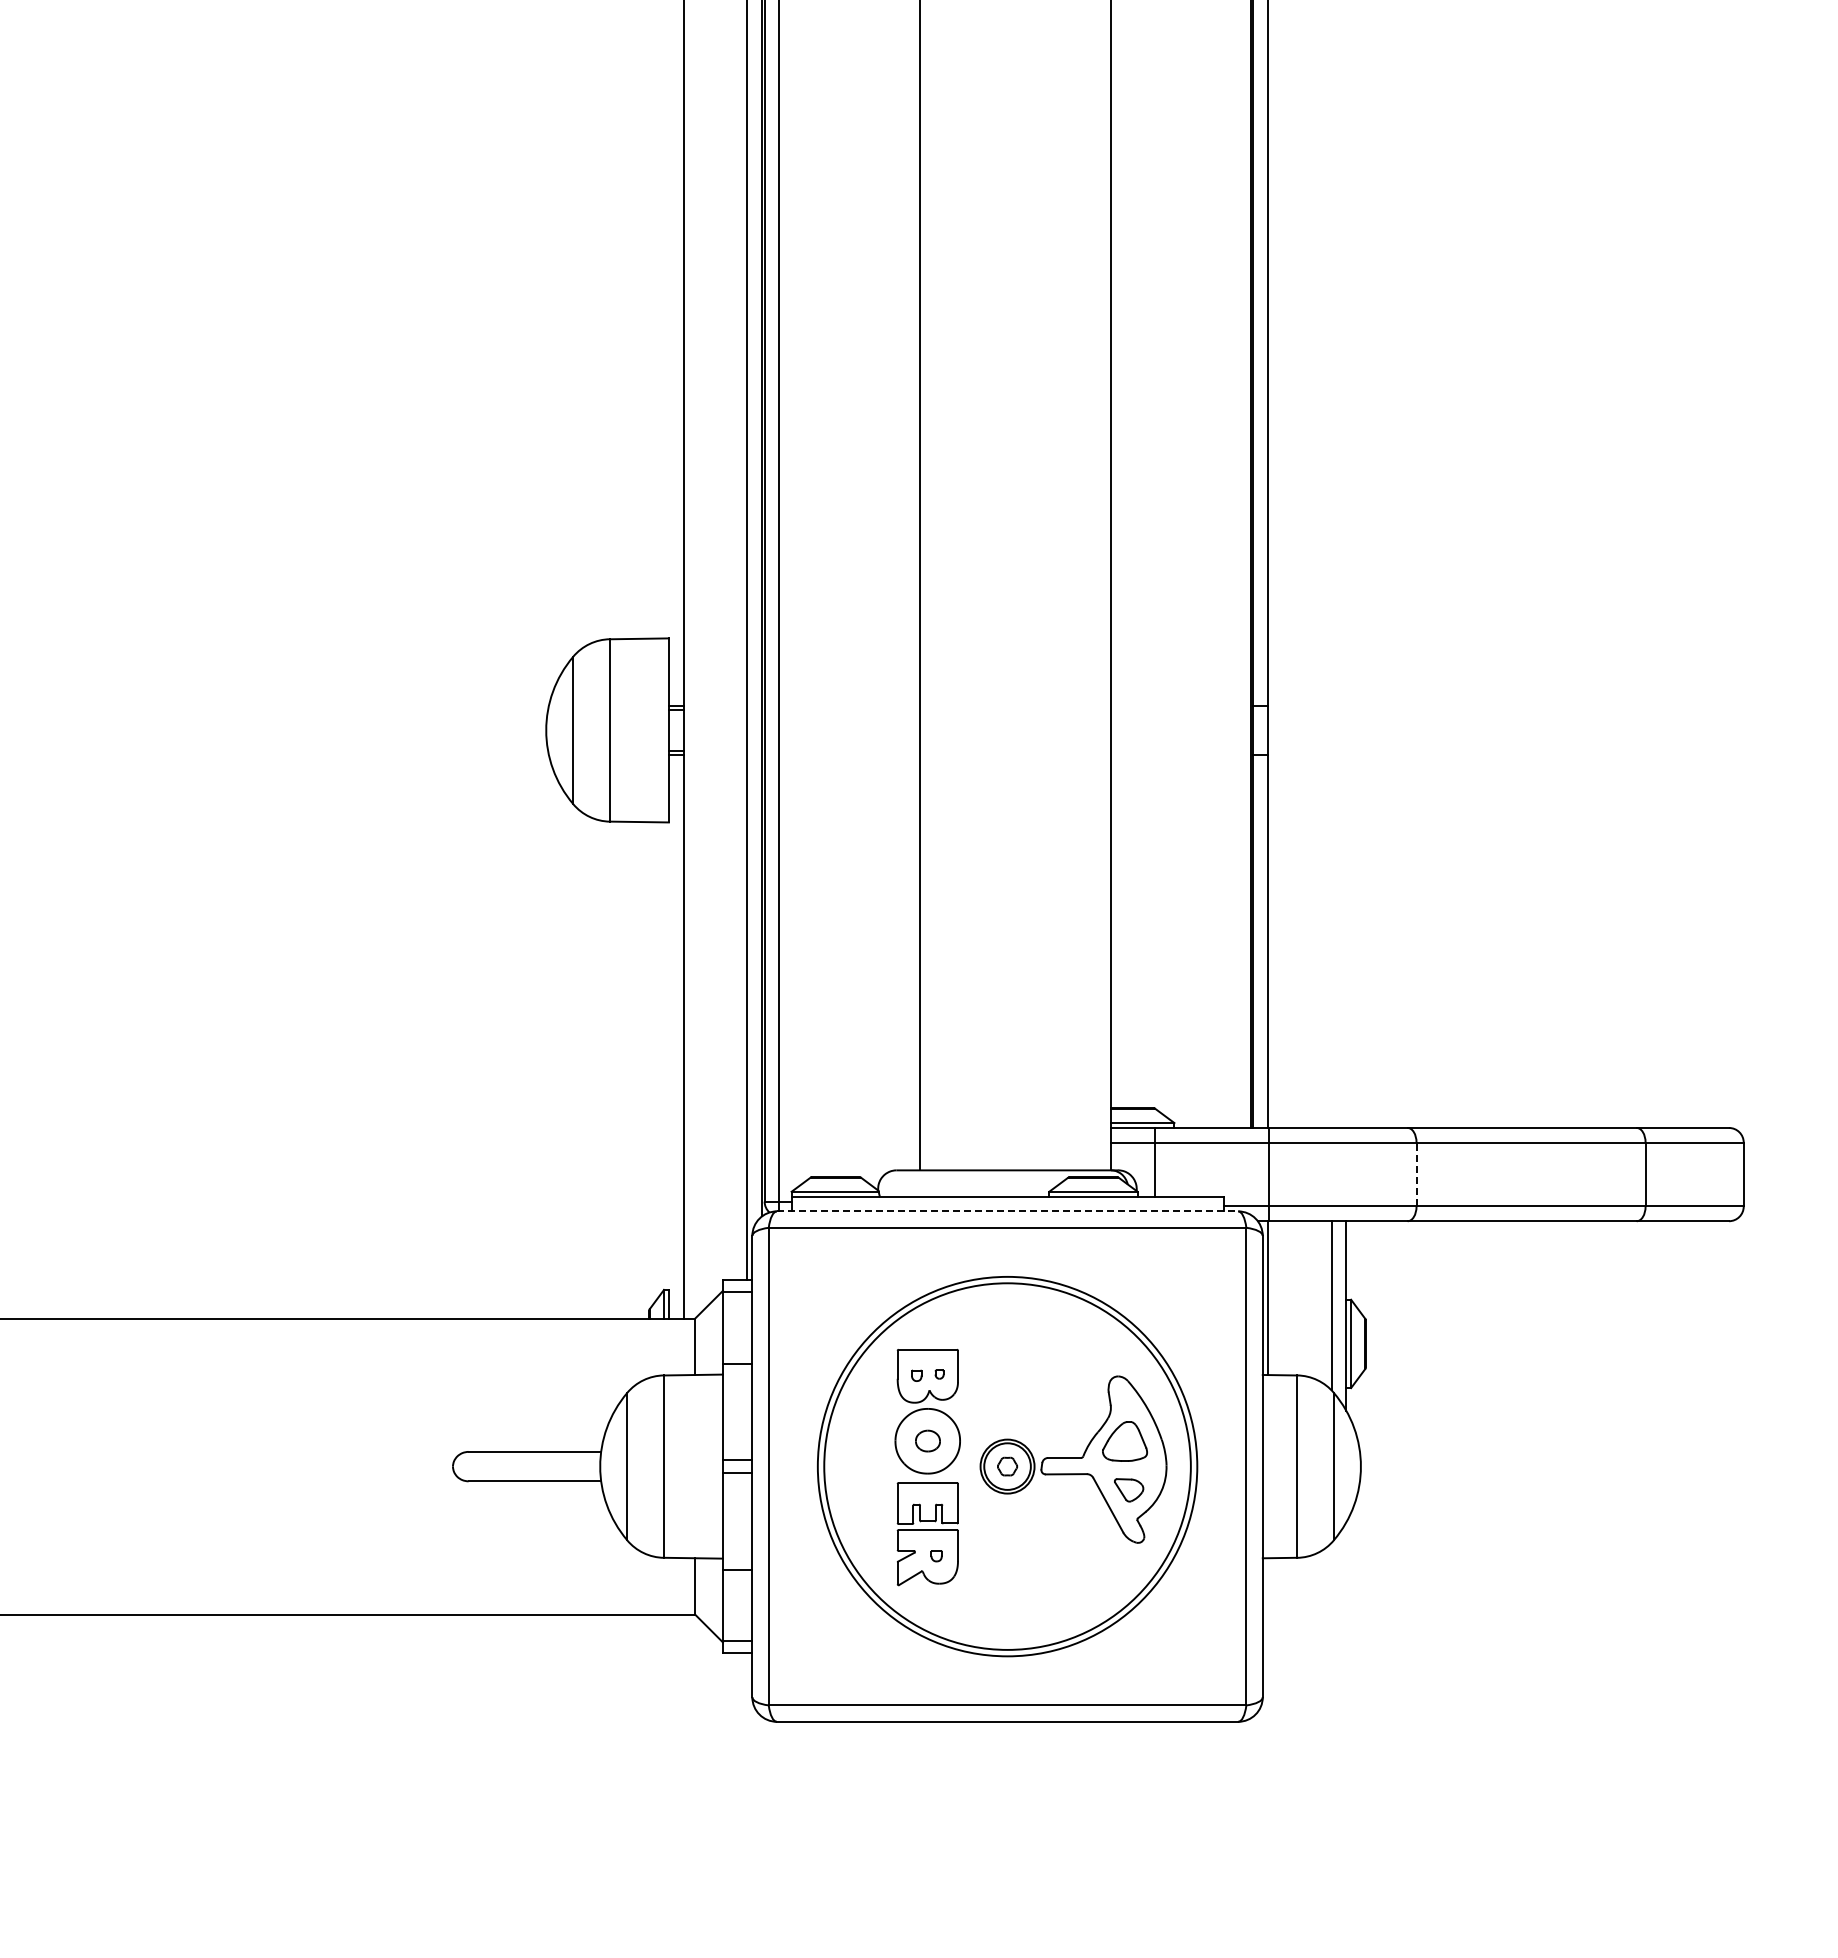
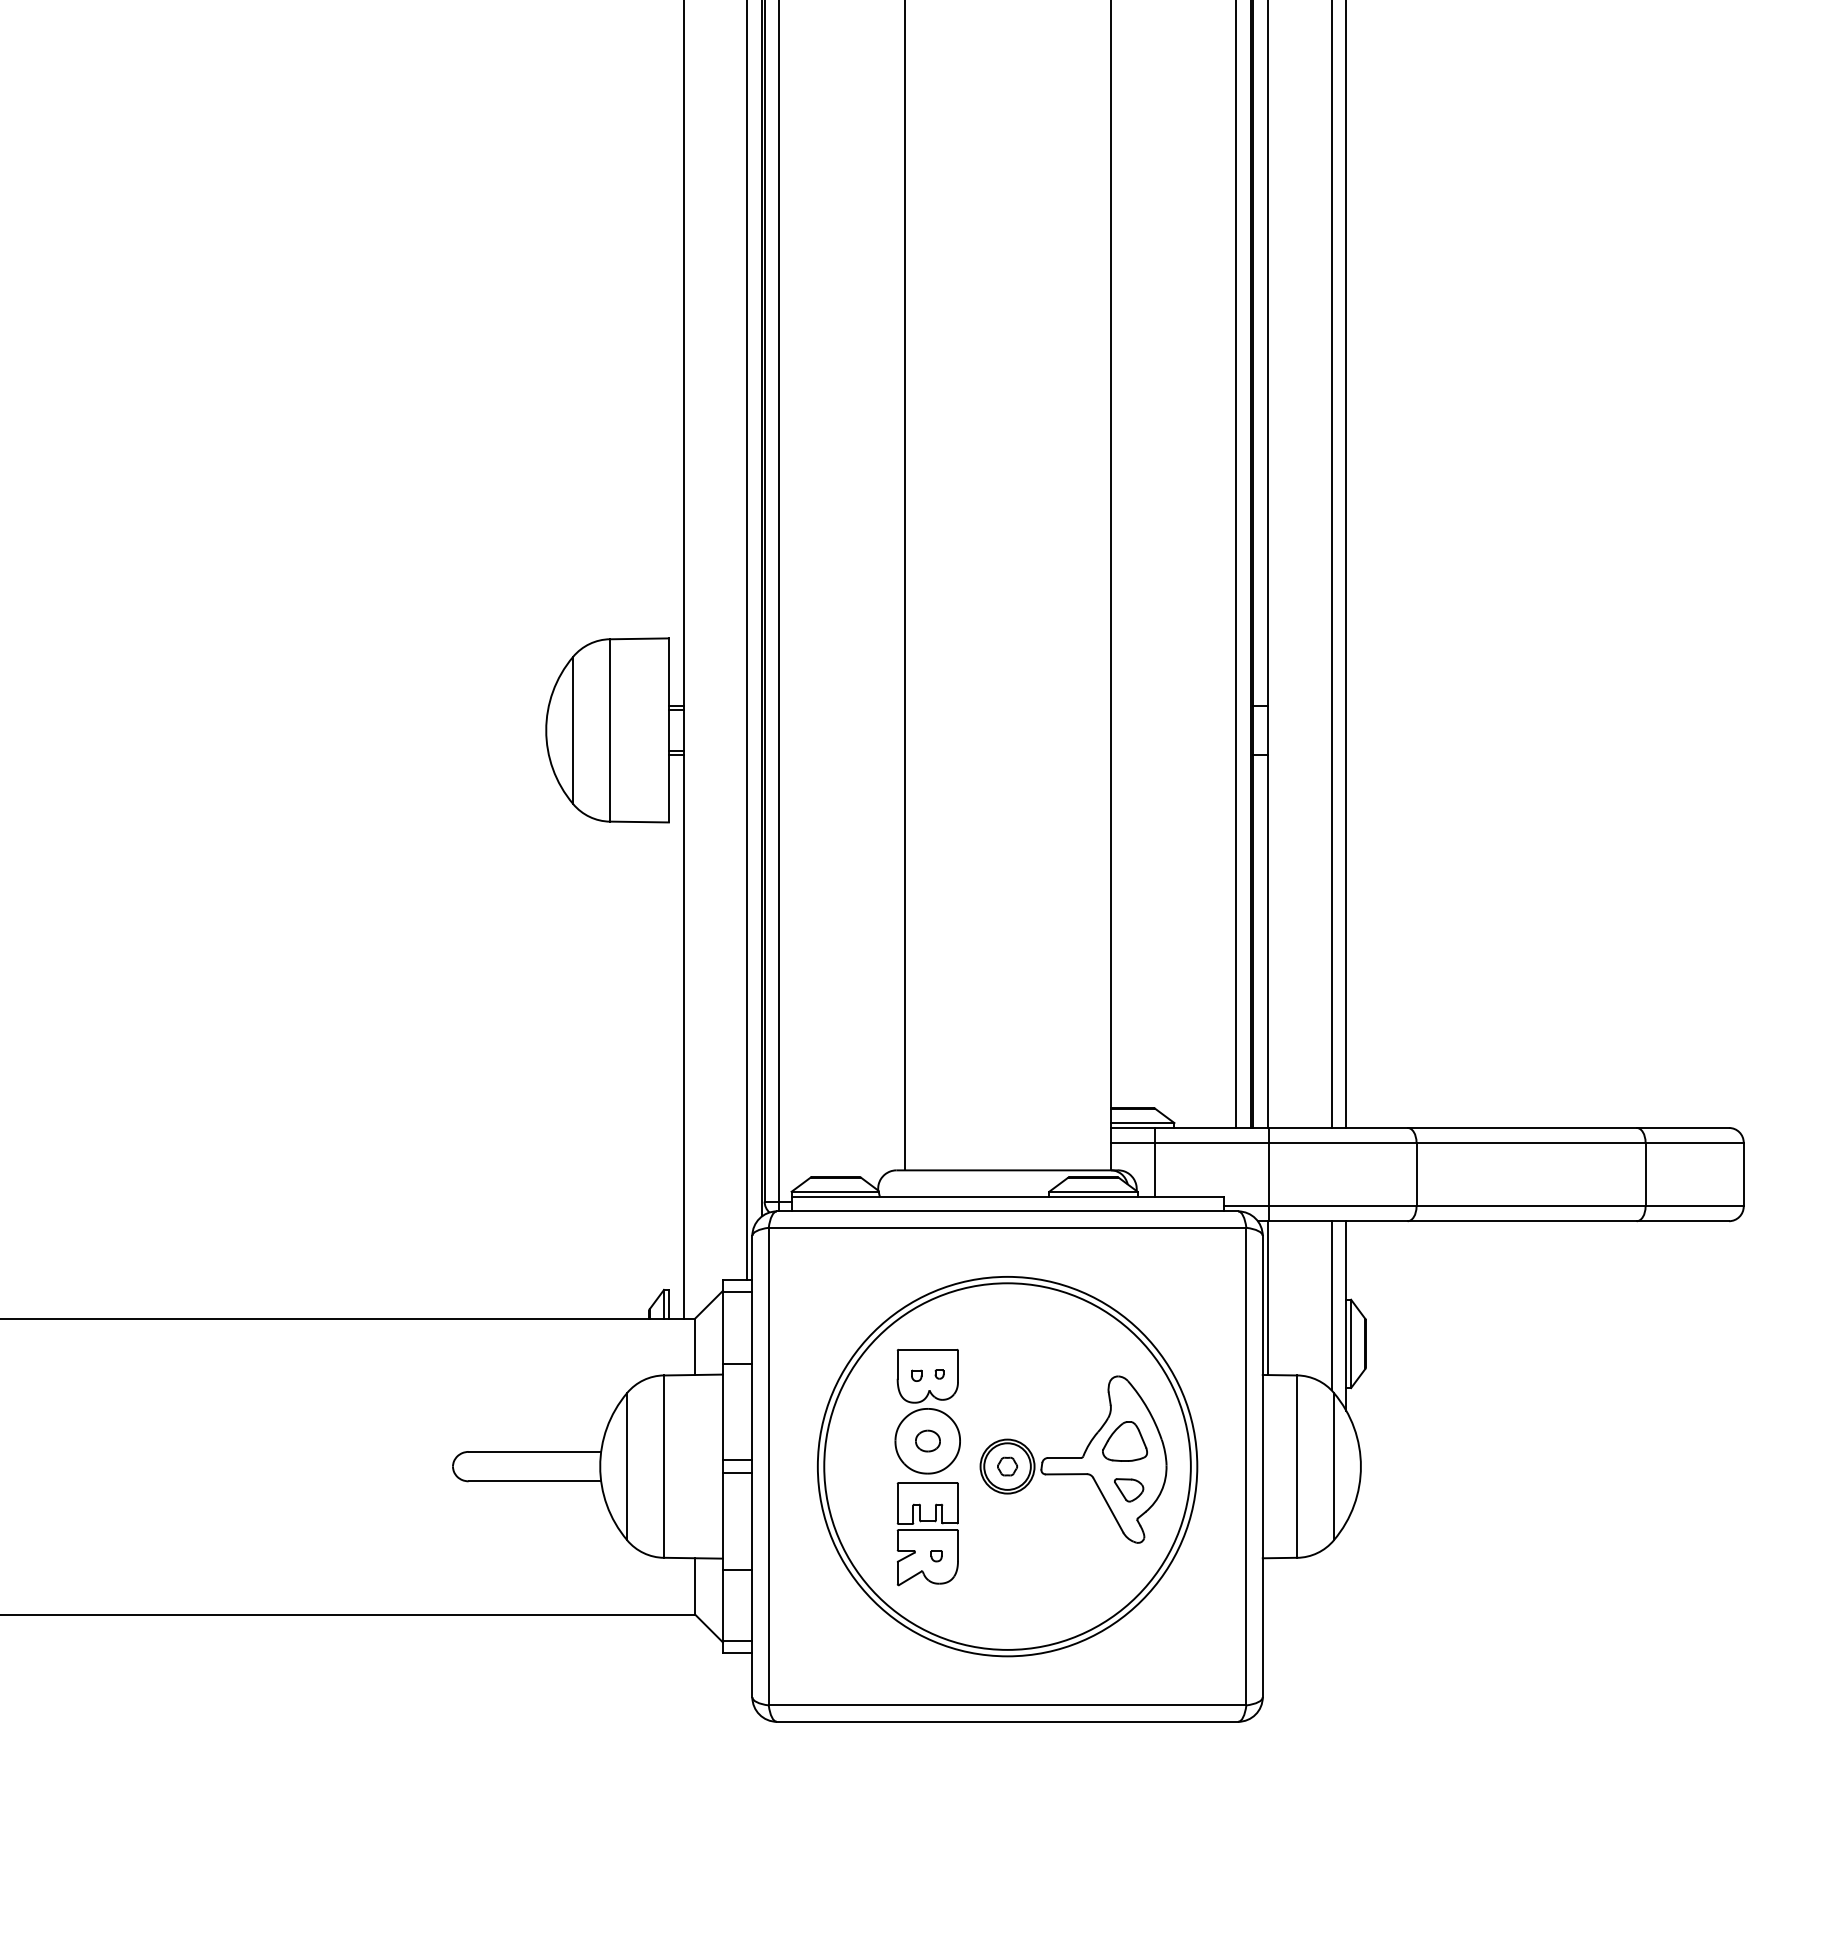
line at (1235, 564): none -> present
line at (1331, 564): none -> present
line at (1346, 564): none -> present
line at (919, 586) position: (919, 586) -> (904, 586)
line at (1416, 1174): dashed -> solid
line at (1007, 1211): dashed -> solid
